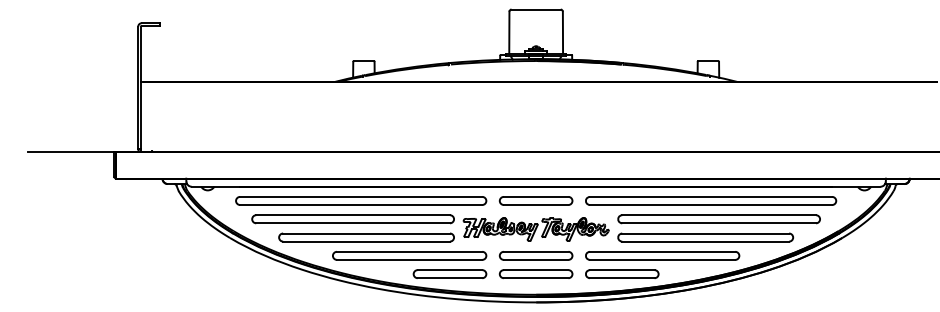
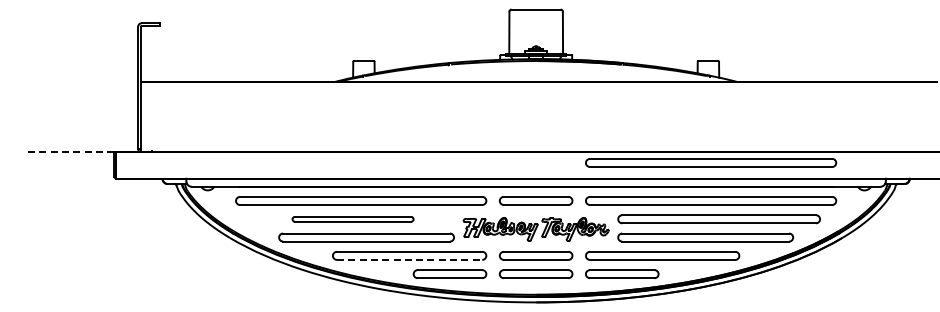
line at (70, 151): solid -> dashed
part at (711, 162): none -> present
part at (352, 219) size: 204x11 px -> 124x7 px
line at (409, 259): solid -> dashed
